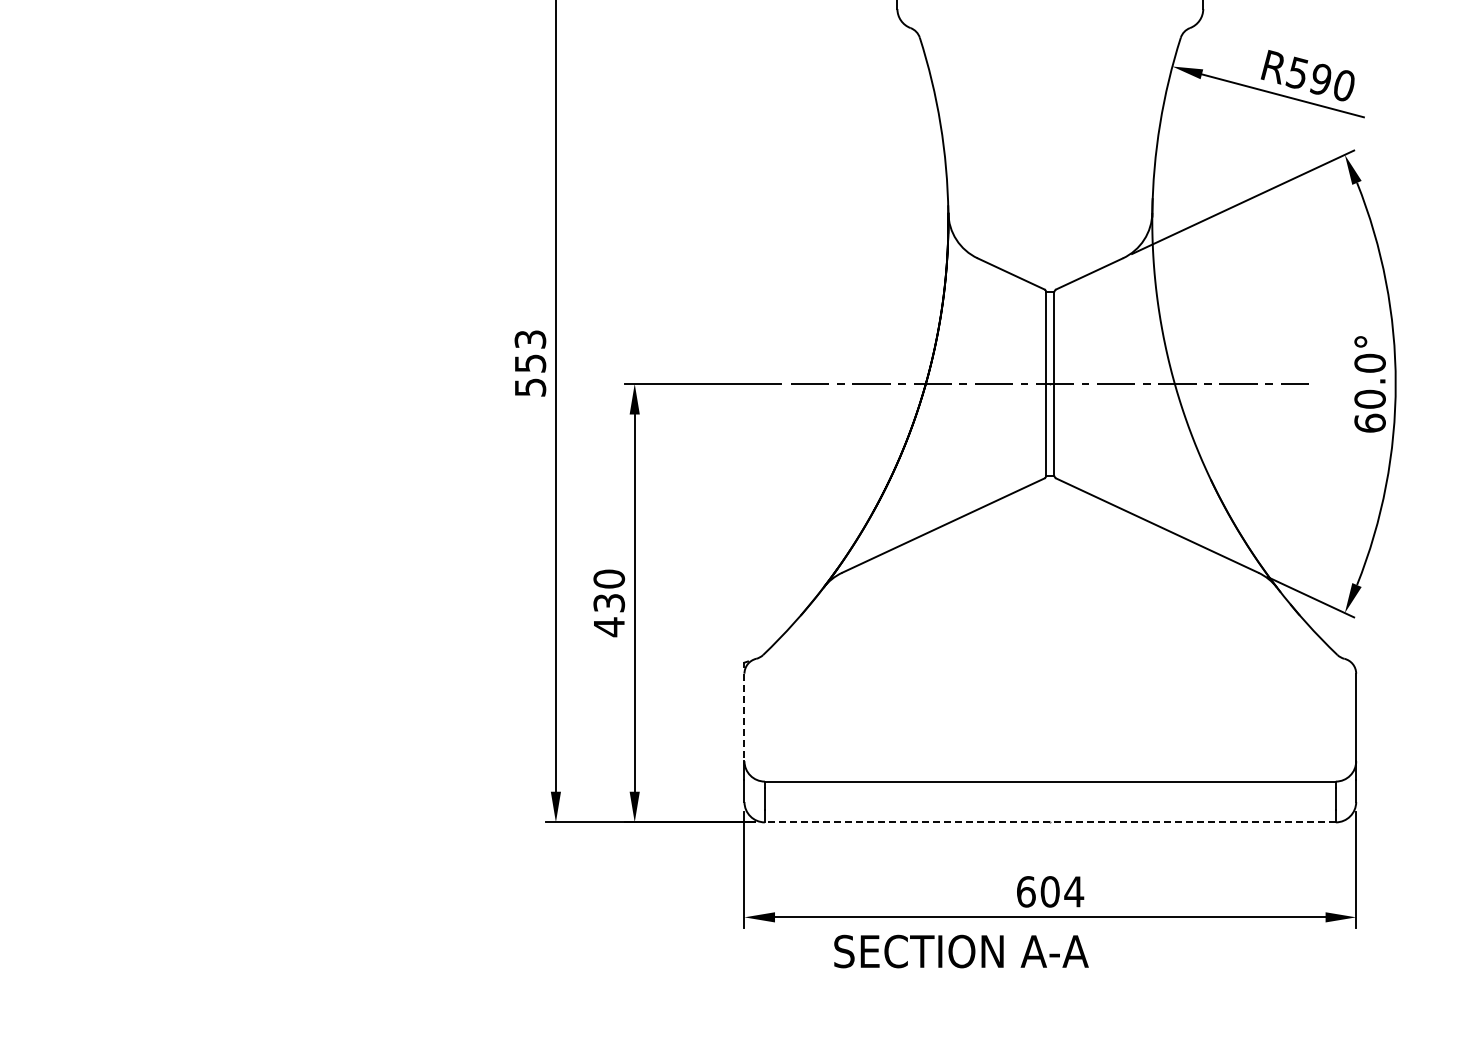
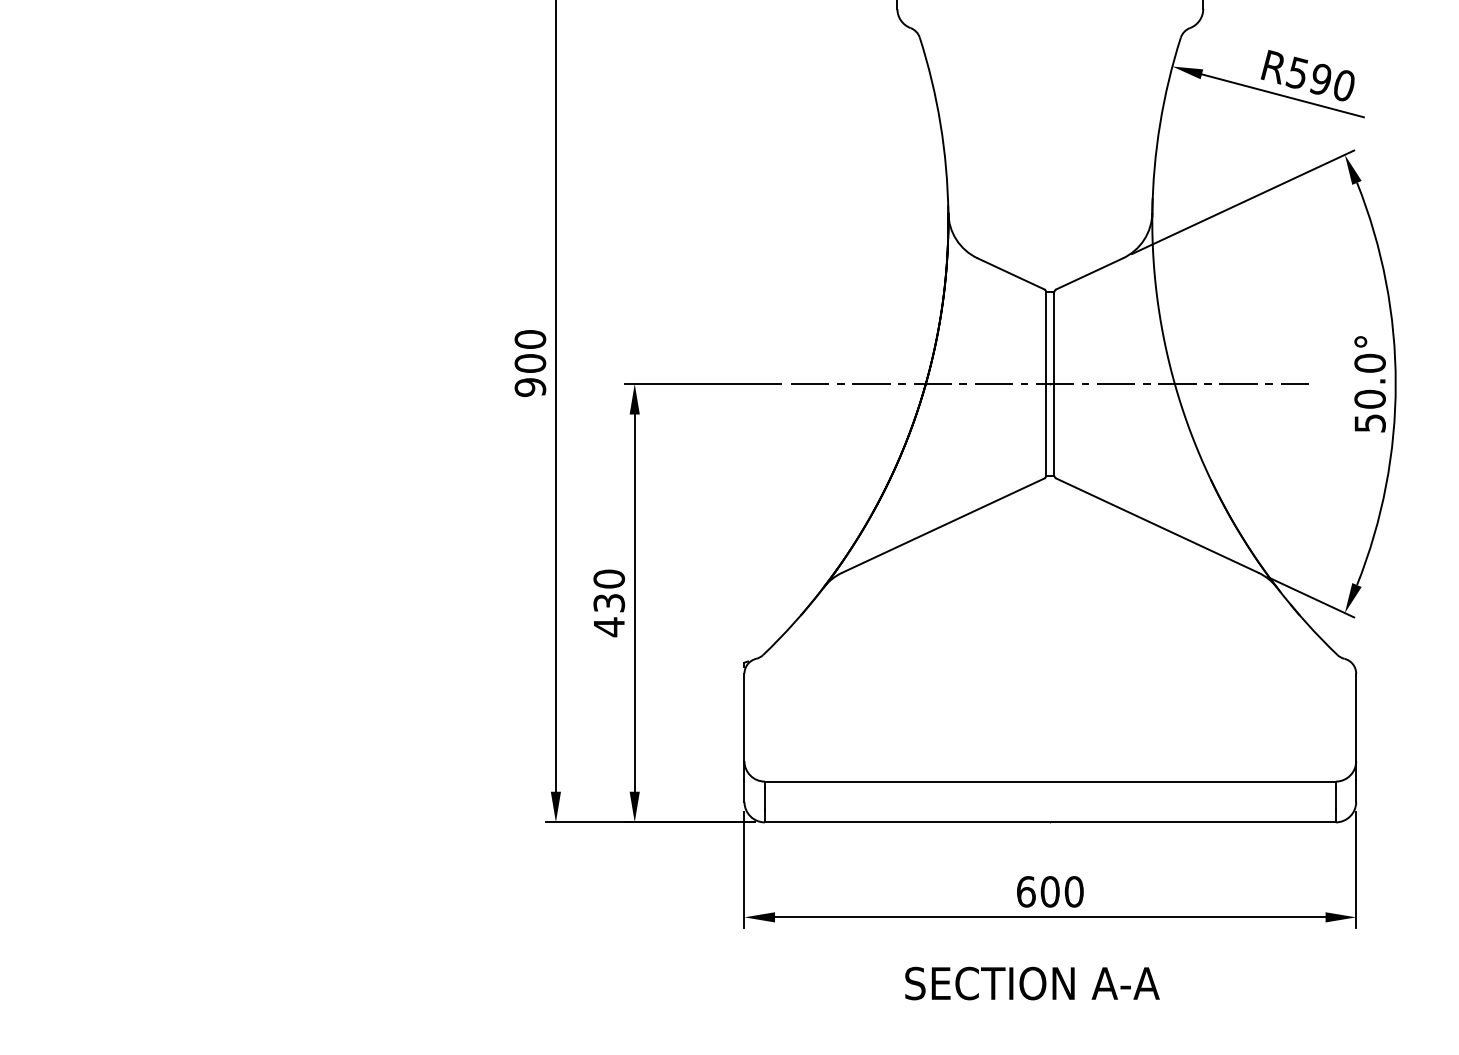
text at (530, 363): 553 -> 900
text at (1369, 422): 60.0° -> 50.0°
line at (744, 717): dashed -> solid
line at (1049, 822): dashed -> solid
text at (1074, 891): 604 -> 600
text at (961, 951) position: (961, 951) -> (1032, 983)
